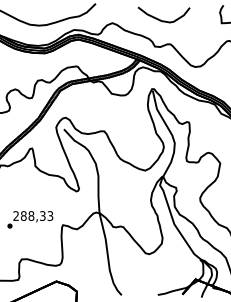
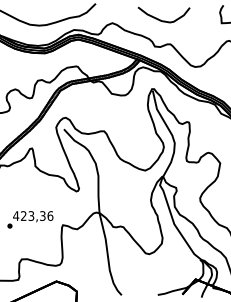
text at (33, 215): 288,33 -> 423,36
